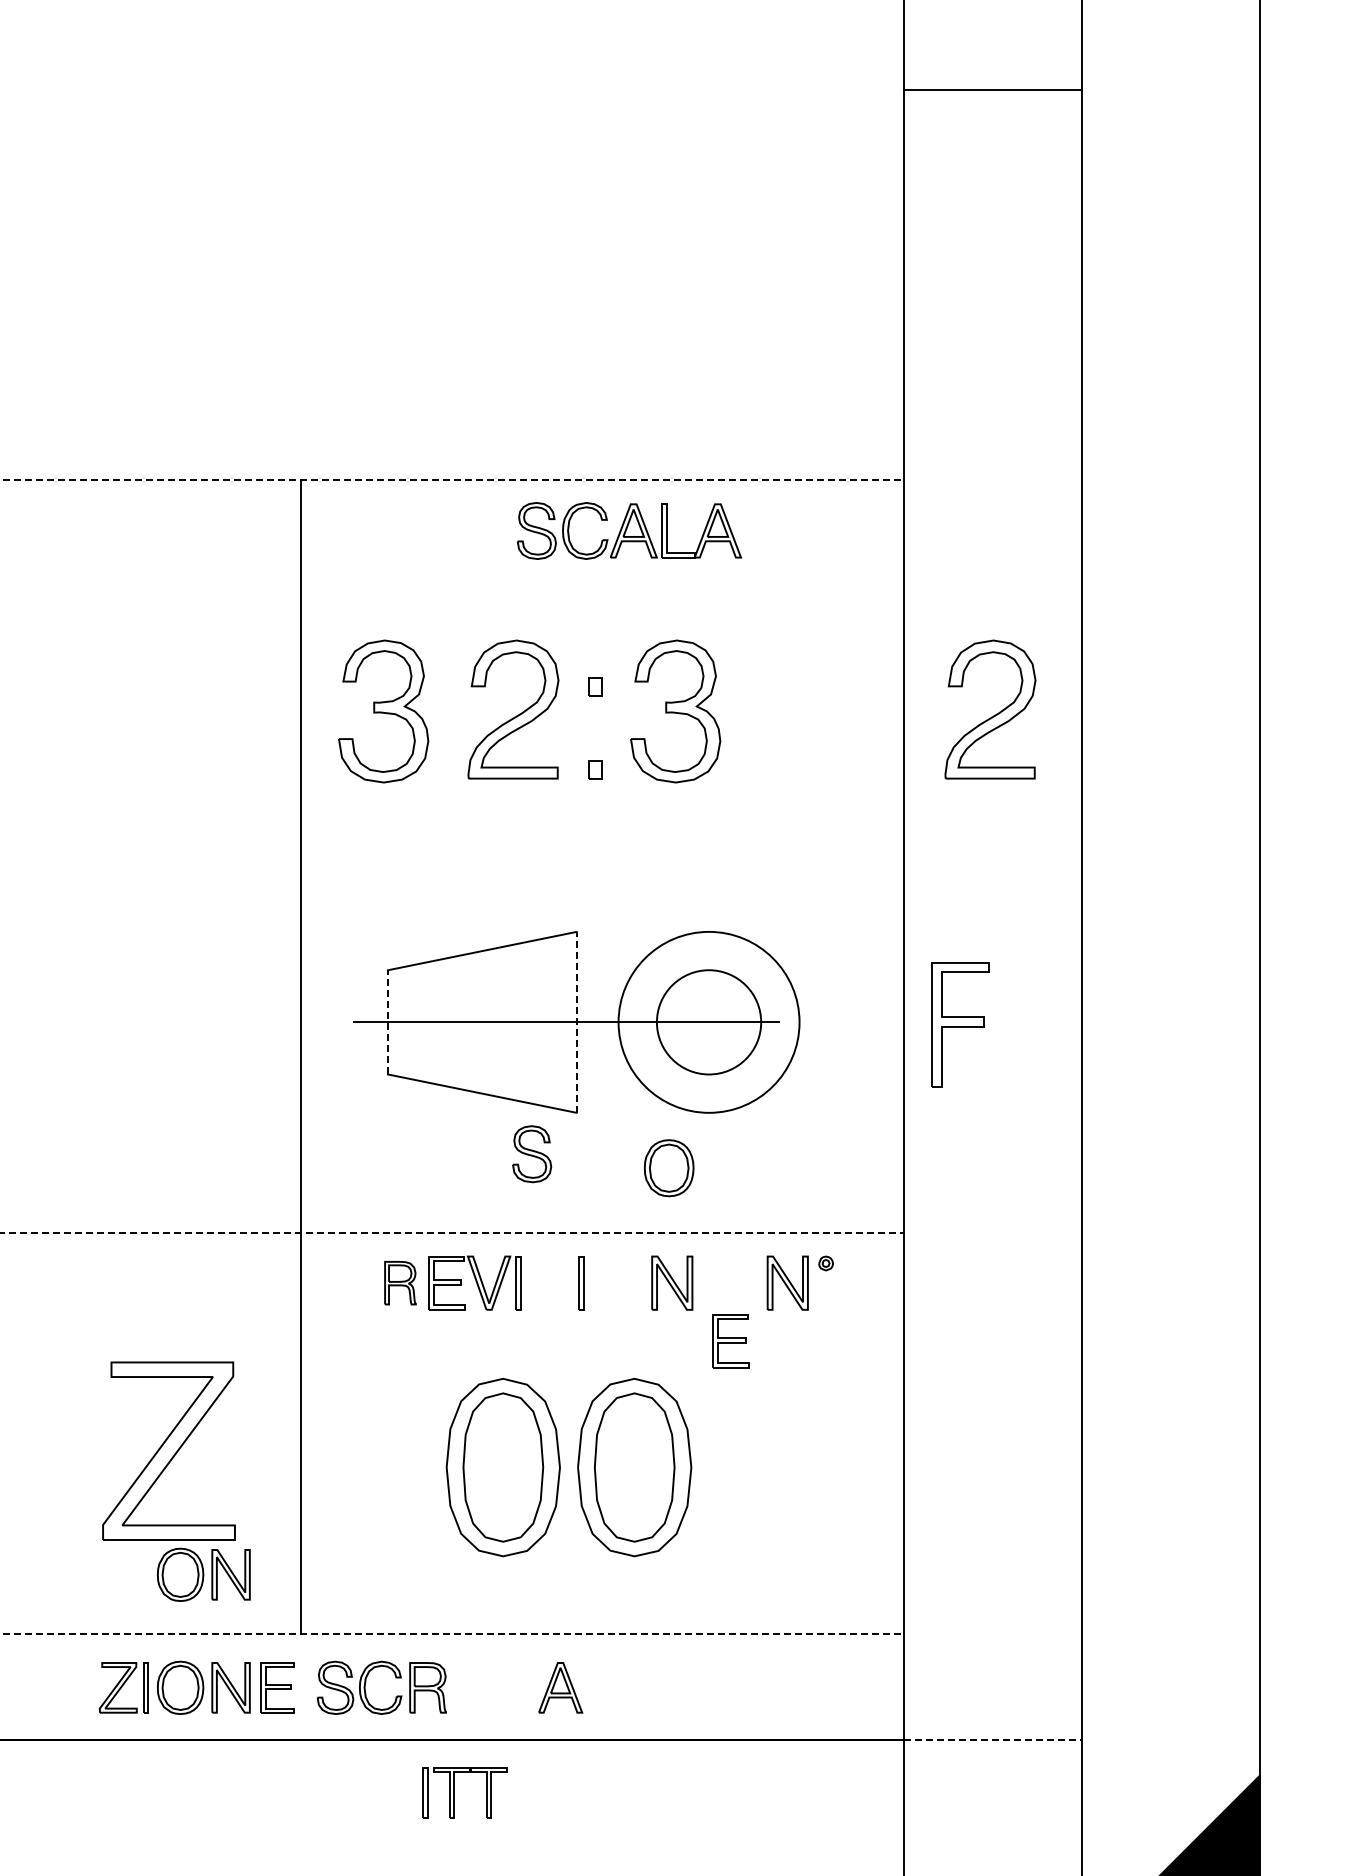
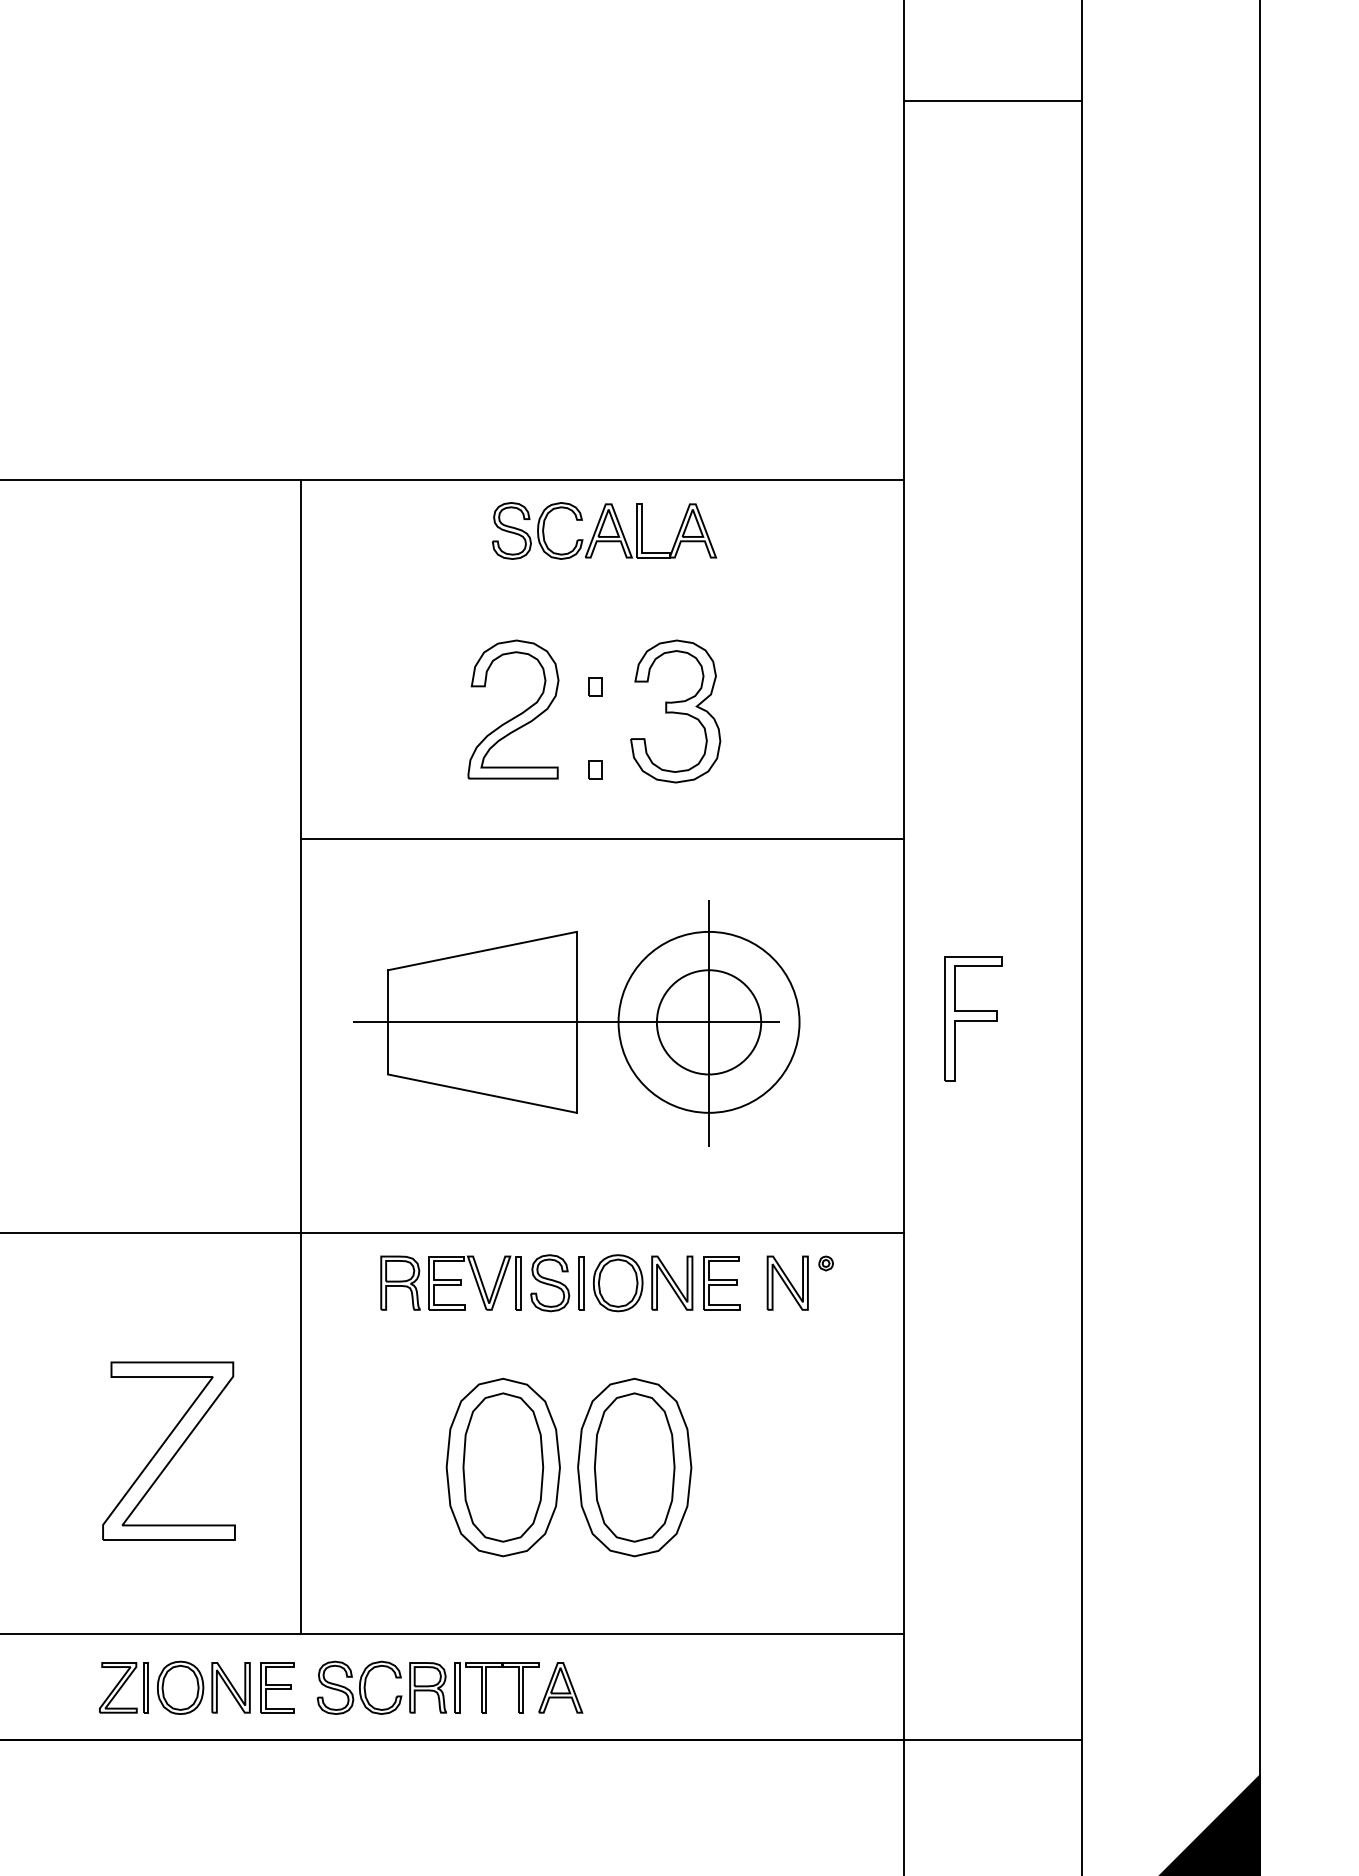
line at (993, 90) position: (993, 90) -> (993, 101)
line at (452, 479): dashed -> solid
part at (629, 530) position: (629, 530) -> (604, 530)
part at (383, 711): present -> none
part at (993, 715): present -> none
line at (602, 839): none -> present
line at (388, 1021): dashed -> solid
line at (576, 1021): dashed -> solid
line at (709, 1023): none -> present
part at (960, 1024) position: (960, 1024) -> (973, 1018)
part at (532, 1154) position: (532, 1154) -> (550, 1283)
part at (668, 1168) position: (668, 1168) -> (617, 1283)
line at (452, 1232): dashed -> solid
part at (400, 1283) size: 33x45 px -> 41x56 px
part at (730, 1341) position: (730, 1341) -> (721, 1283)
part at (203, 1574): present -> none
line at (452, 1633): dashed -> solid
line at (993, 1740): dashed -> solid
part at (454, 1792) position: (454, 1792) -> (486, 1687)
